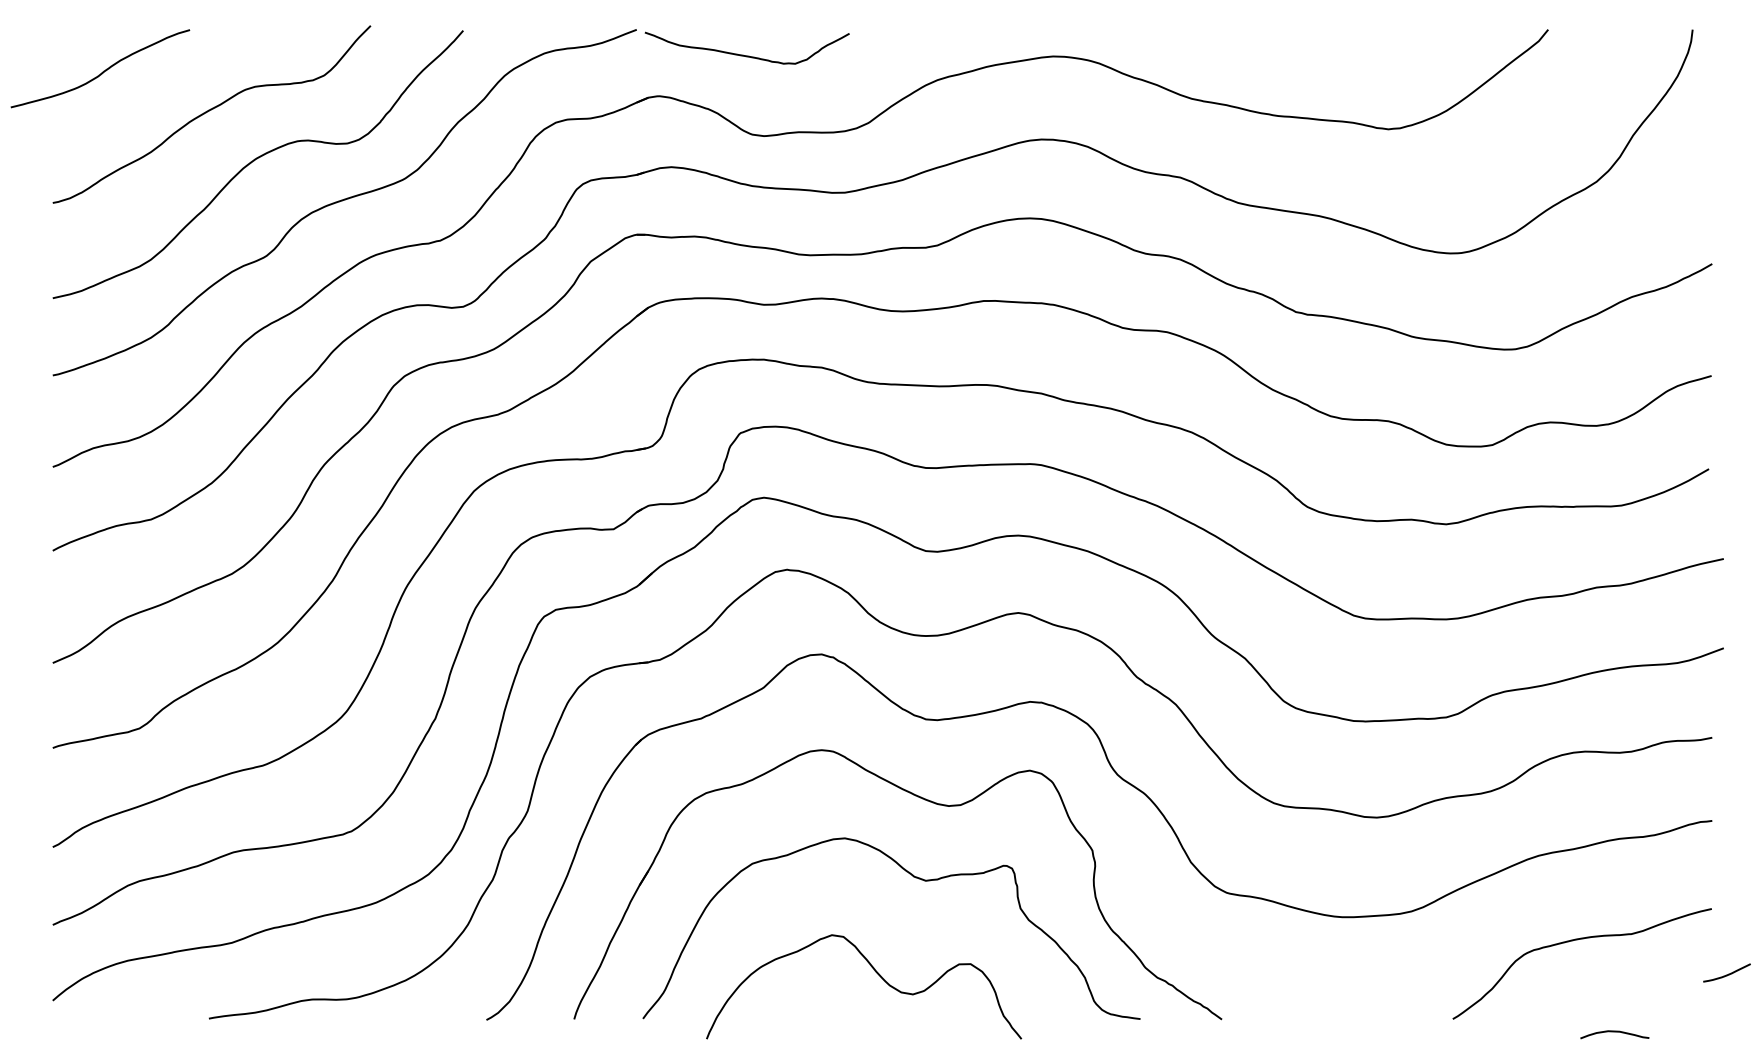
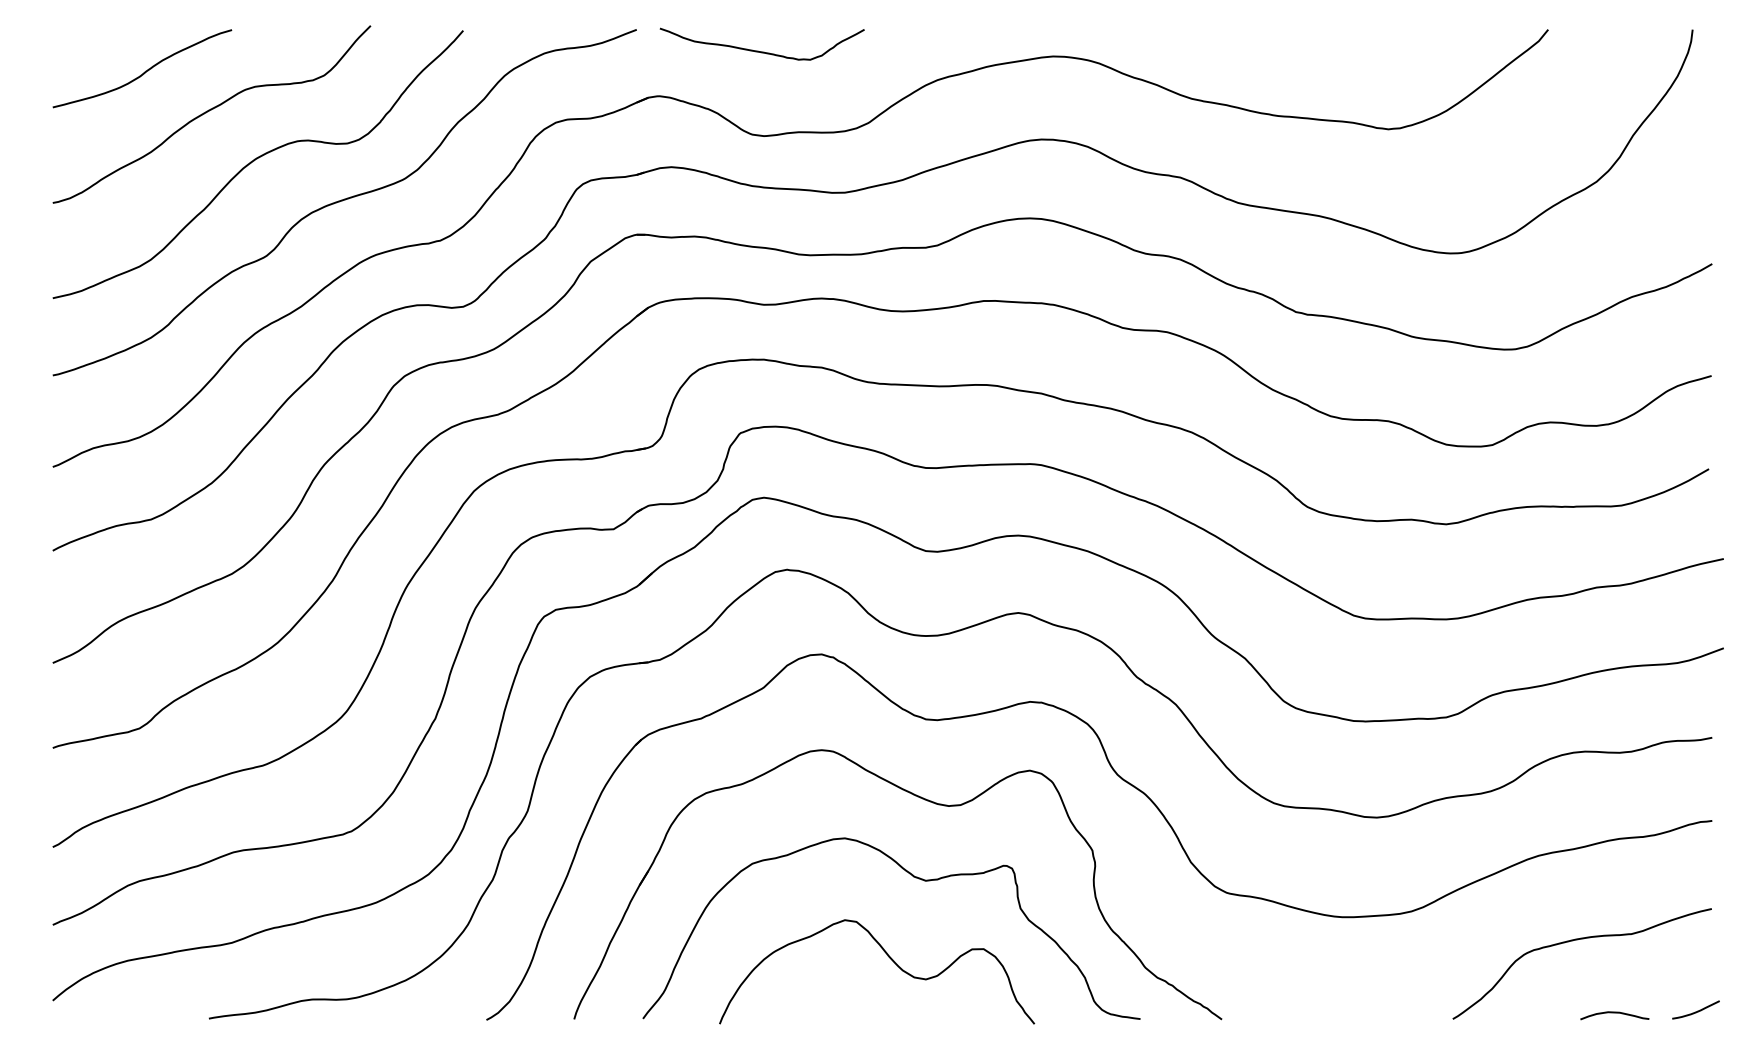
curve at (743, 54) position: (743, 54) -> (758, 50)
curve at (103, 70) position: (103, 70) -> (145, 70)
curve at (876, 973) position: (876, 973) -> (889, 958)
curve at (1726, 974) position: (1726, 974) -> (1695, 1011)
curve at (1614, 1032) position: (1614, 1032) -> (1614, 1013)
